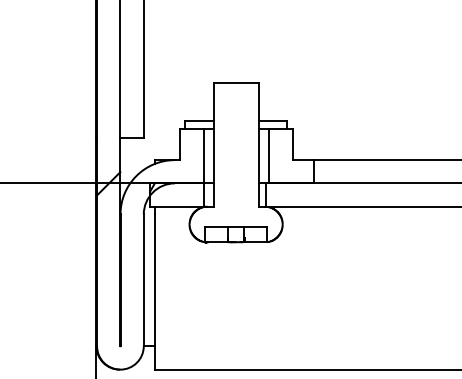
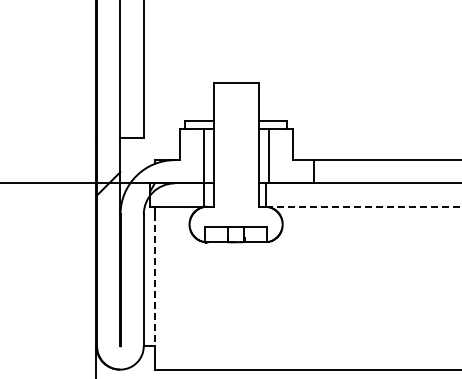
line at (364, 206): solid -> dashed
line at (155, 280): solid -> dashed
